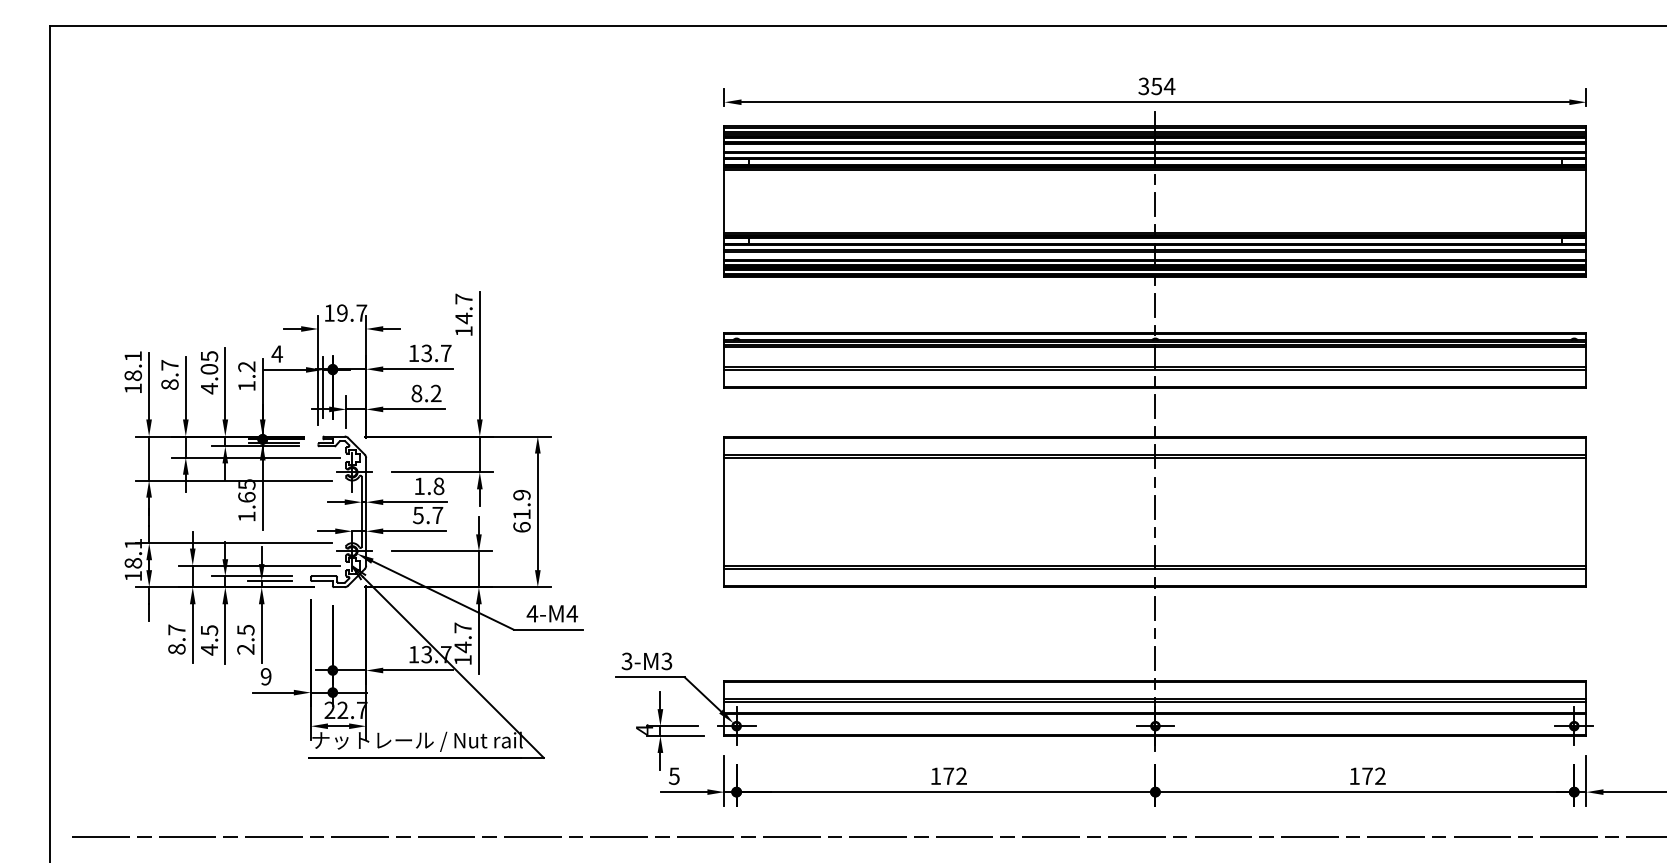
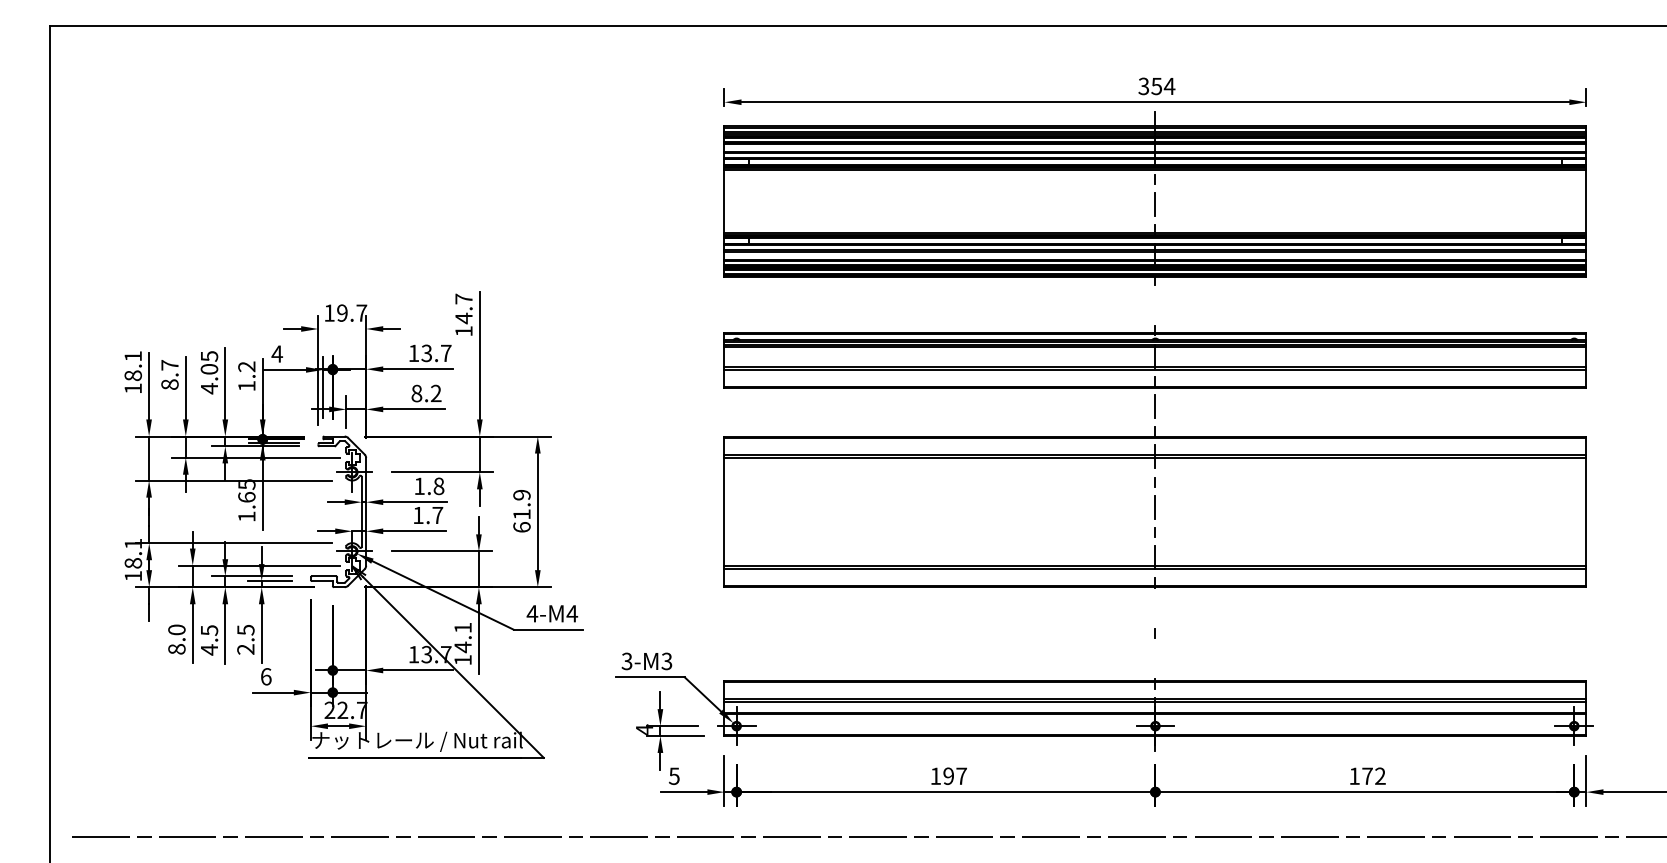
line at (1154, 305): present -> none
text at (418, 515): 5.7 -> 1.7
line at (1154, 608): present -> none
text at (462, 627): 14.7 -> 14.1
text at (176, 629): 8.7 -> 8.0
line at (1154, 658): present -> none
text at (265, 676): 9 -> 6
text at (954, 775): 172 -> 197
